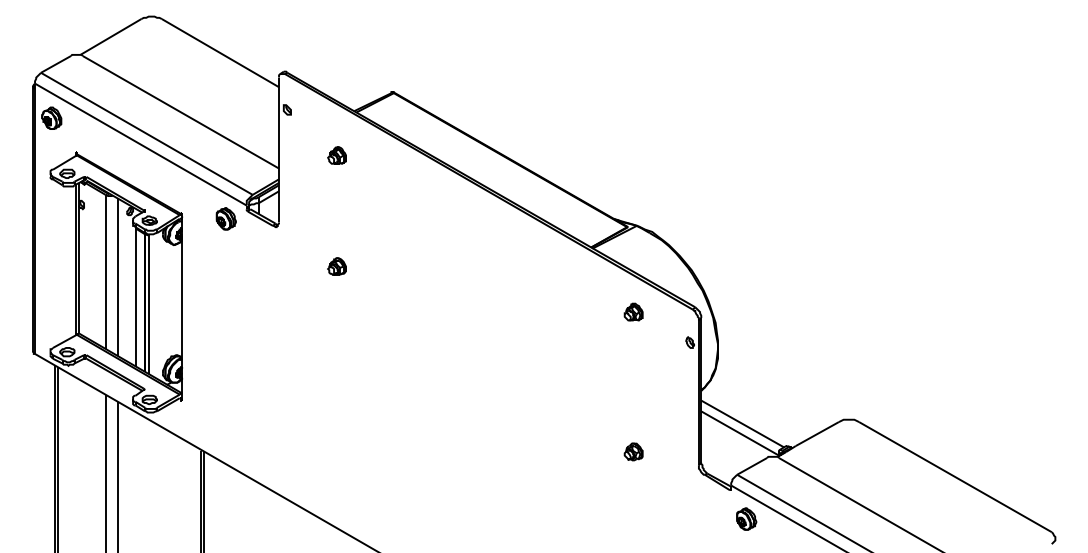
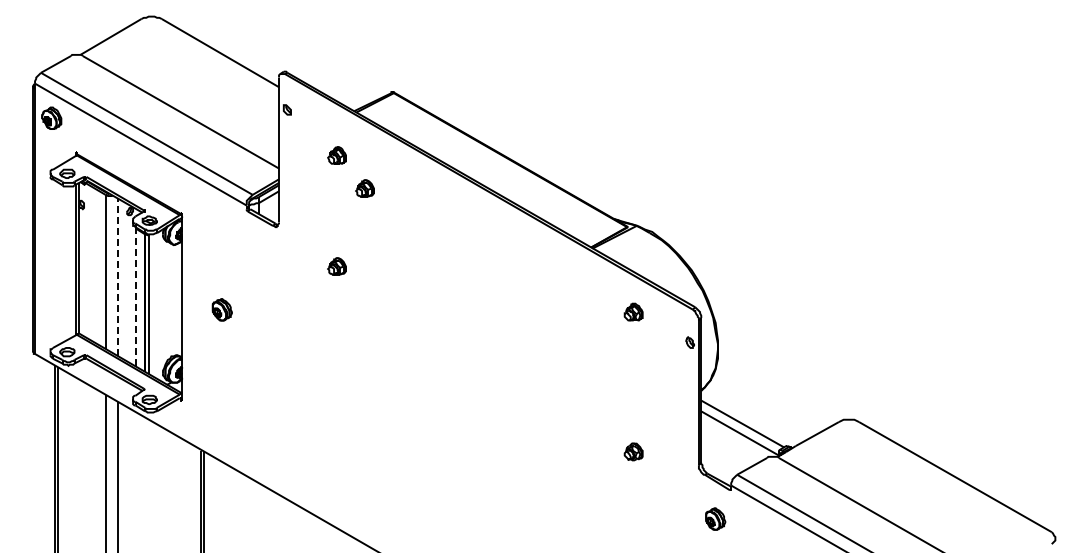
part at (364, 188): none -> present
part at (225, 218) position: (225, 218) -> (221, 309)
line at (117, 277): solid -> dashed
line at (135, 297): solid -> dashed
part at (746, 518) position: (746, 518) -> (715, 518)
